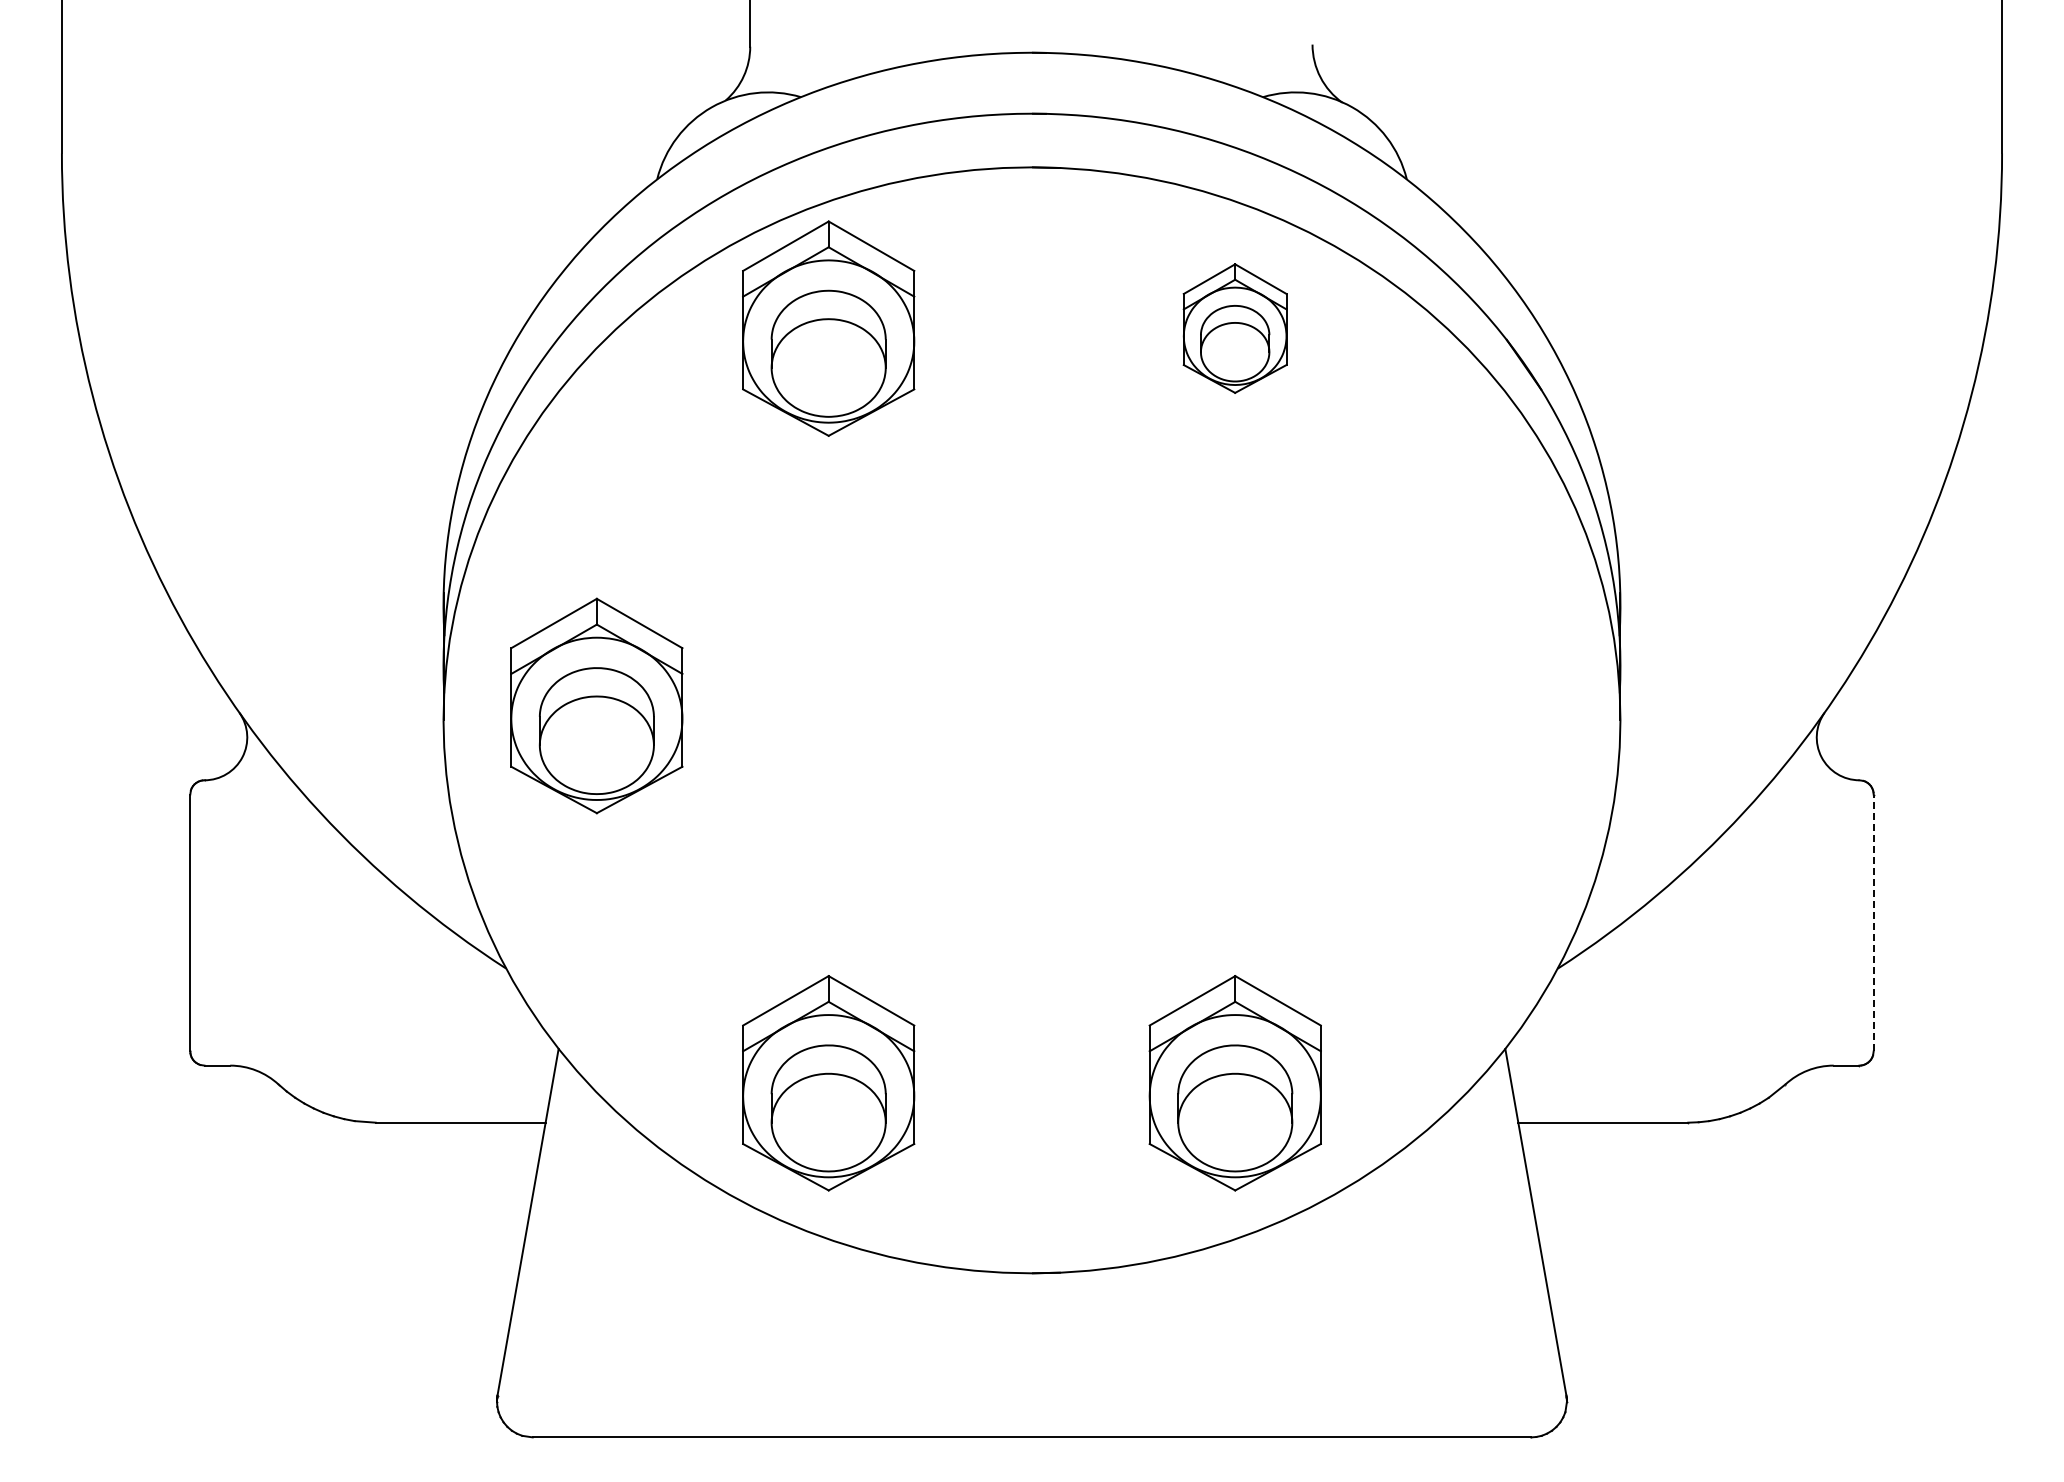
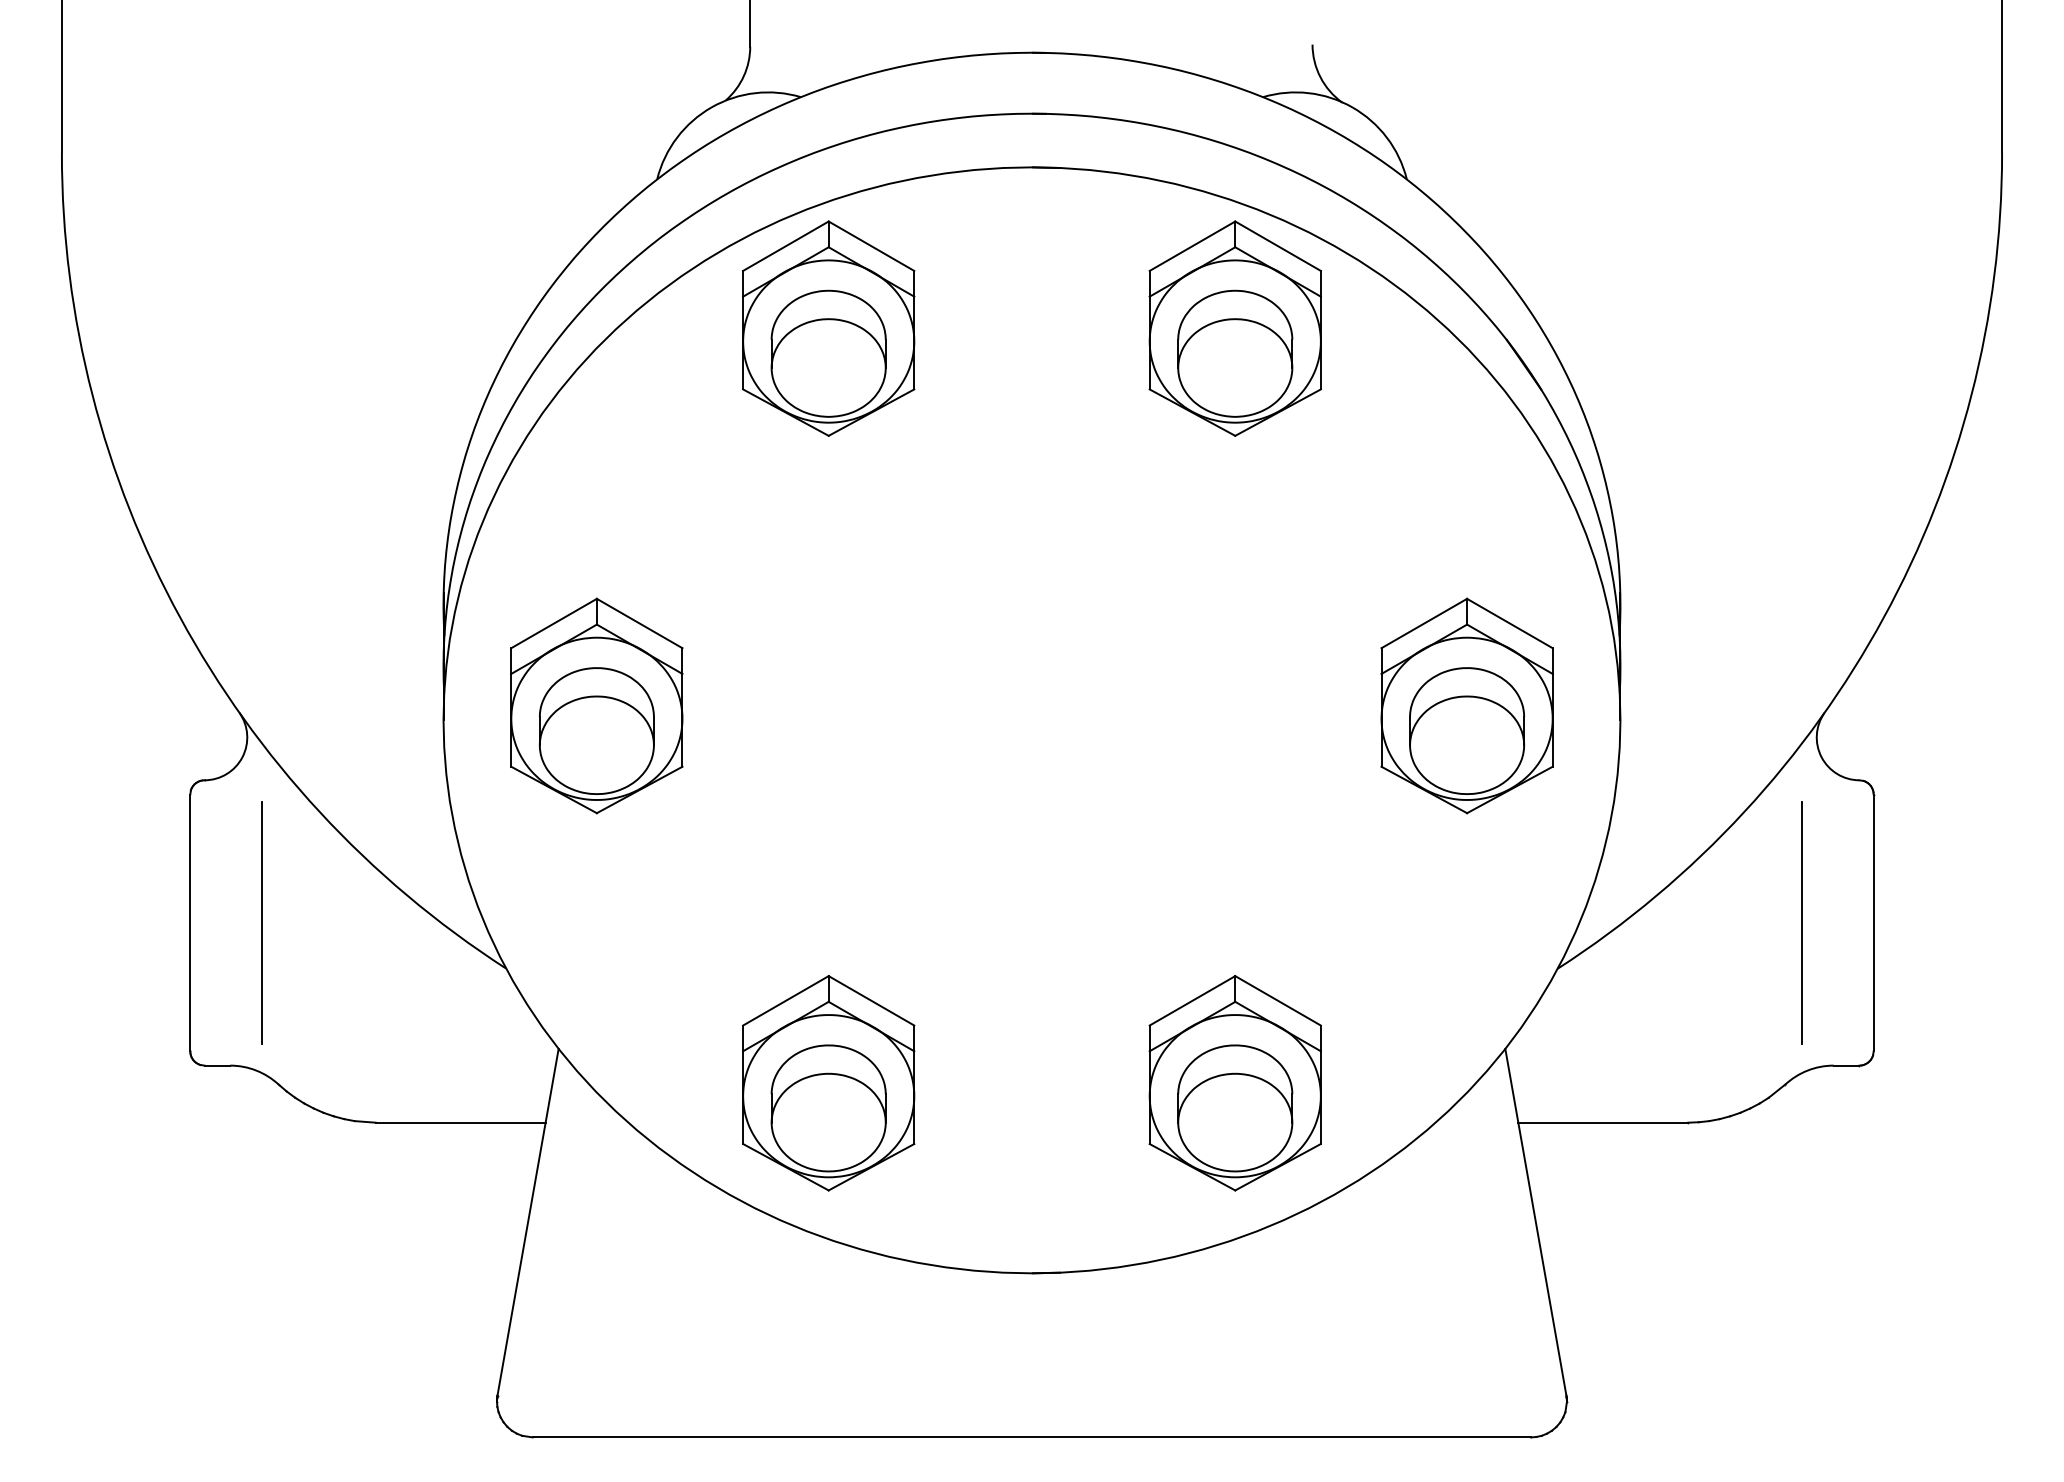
part at (1234, 328) size: 106x131 px -> 174x217 px
part at (1466, 705): none -> present
line at (261, 922): none -> present
line at (1802, 922): none -> present
line at (1873, 922): dashed -> solid
